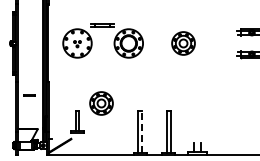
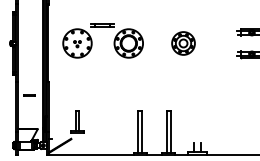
part at (101, 103): present -> none
line at (142, 132): dashed -> solid
